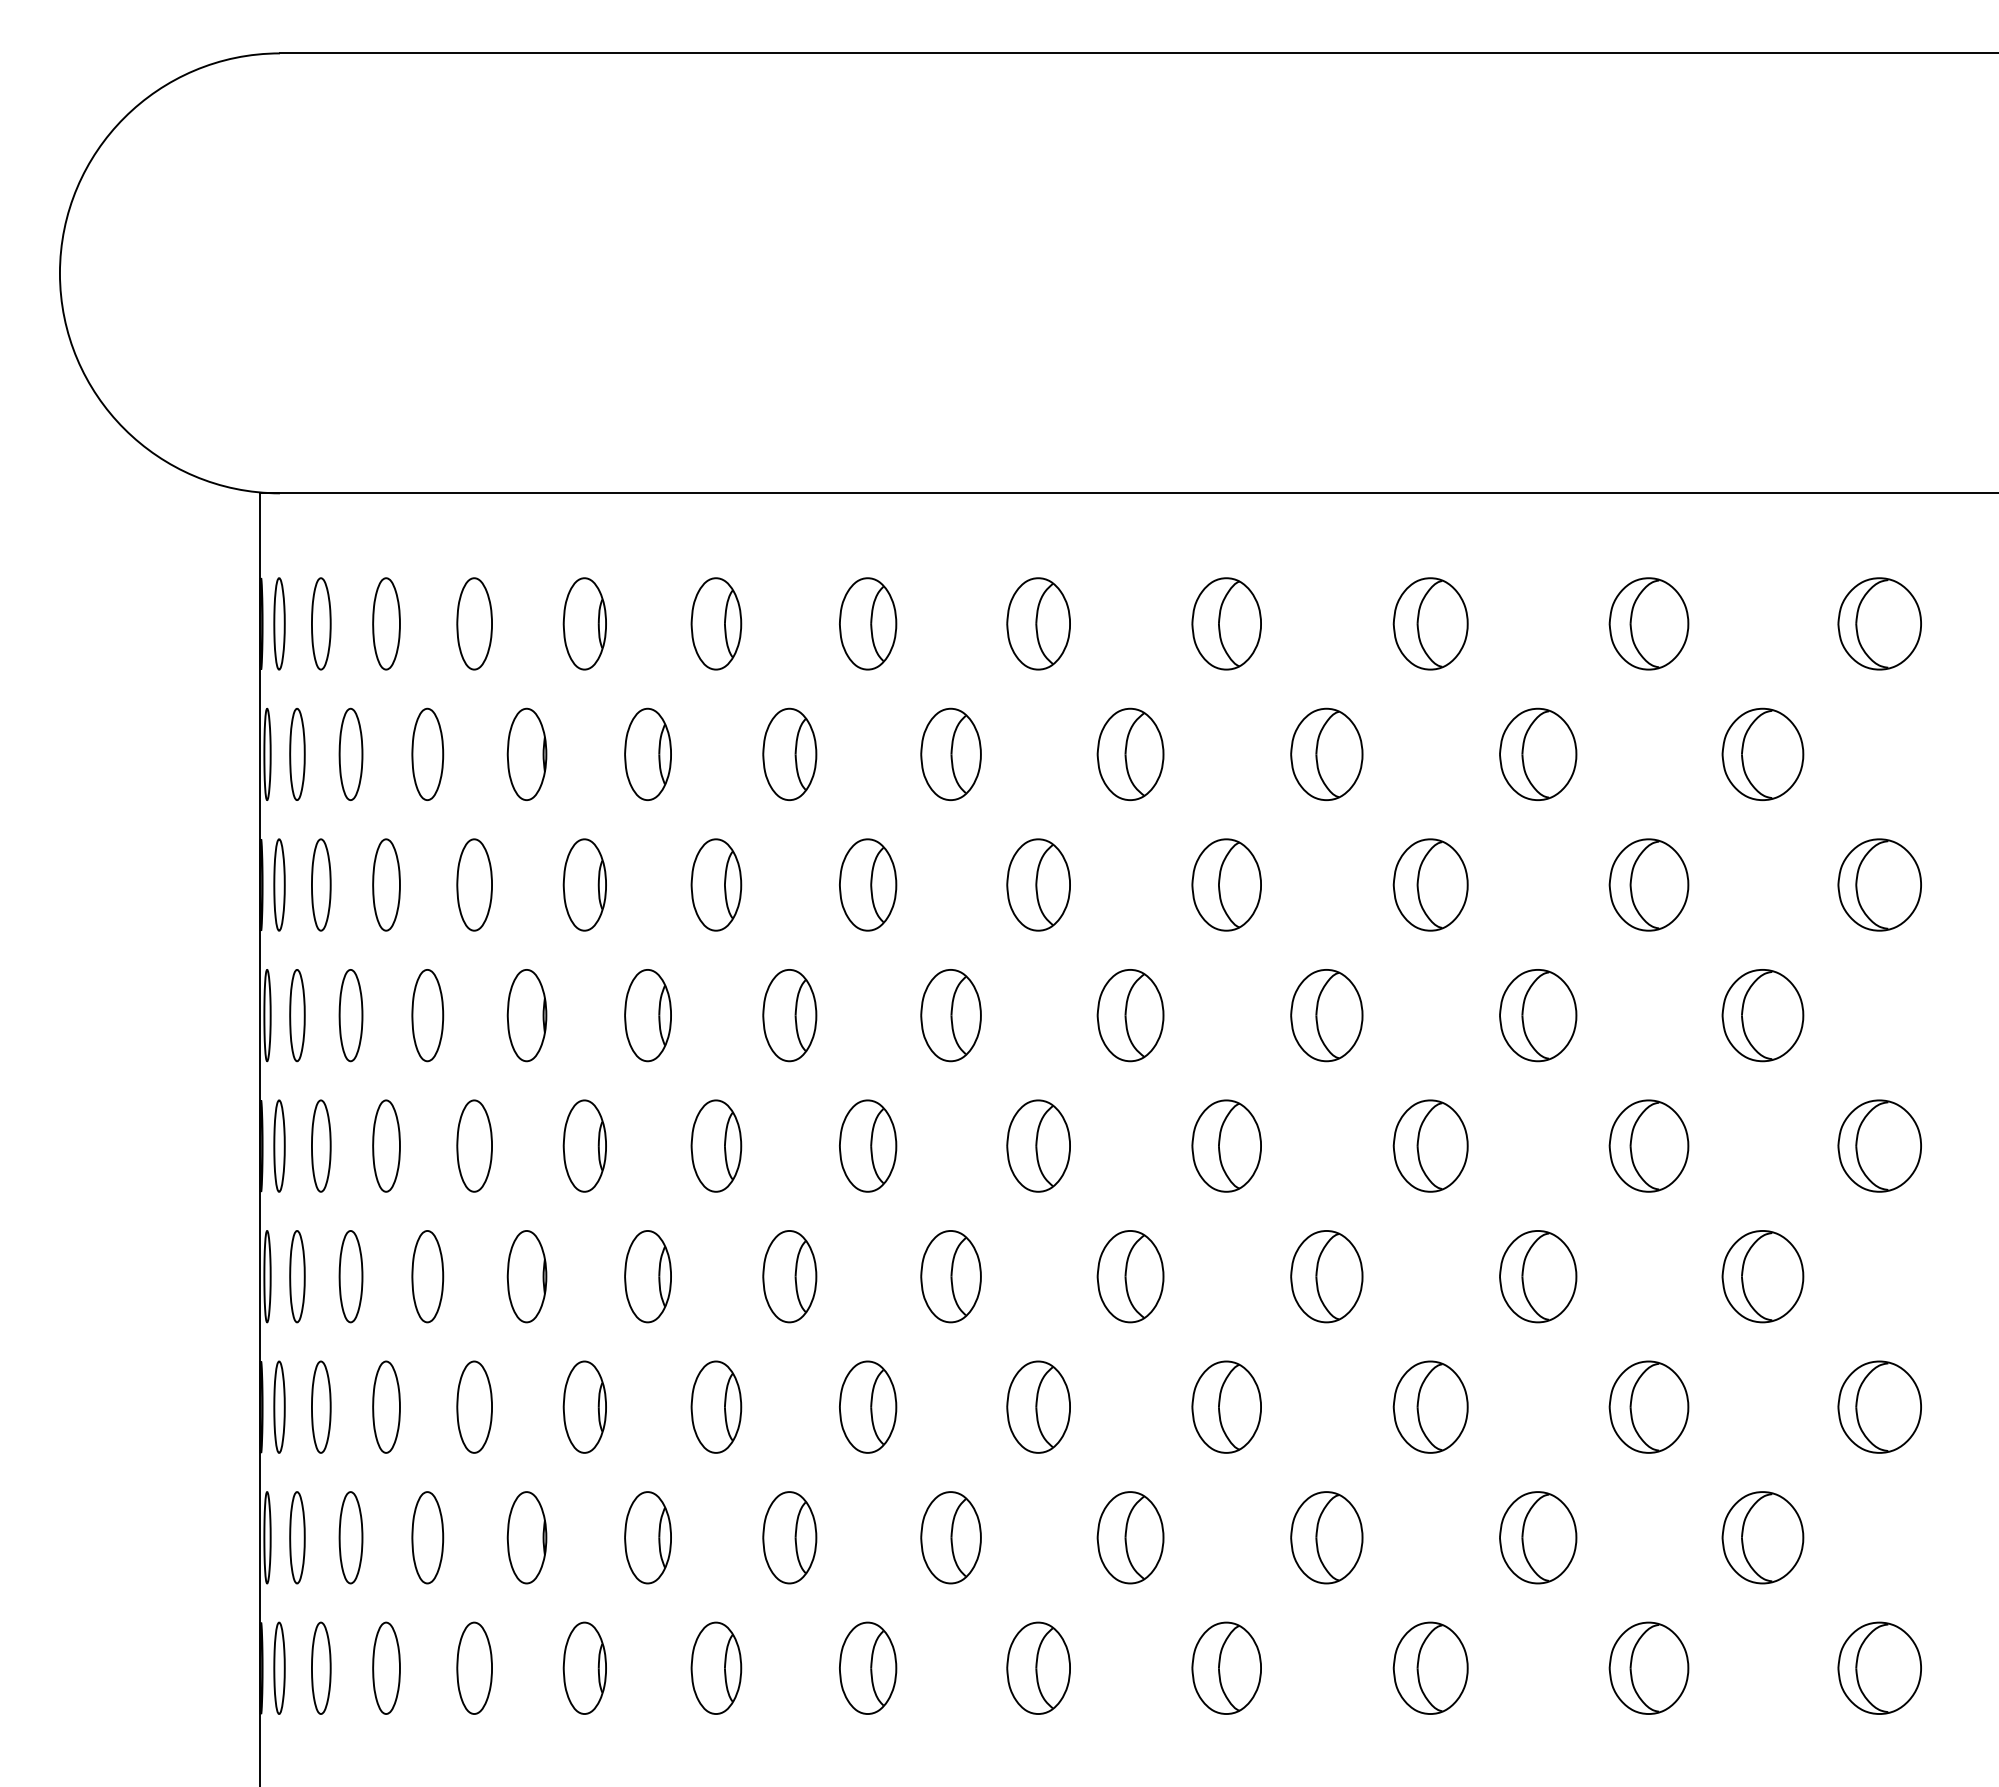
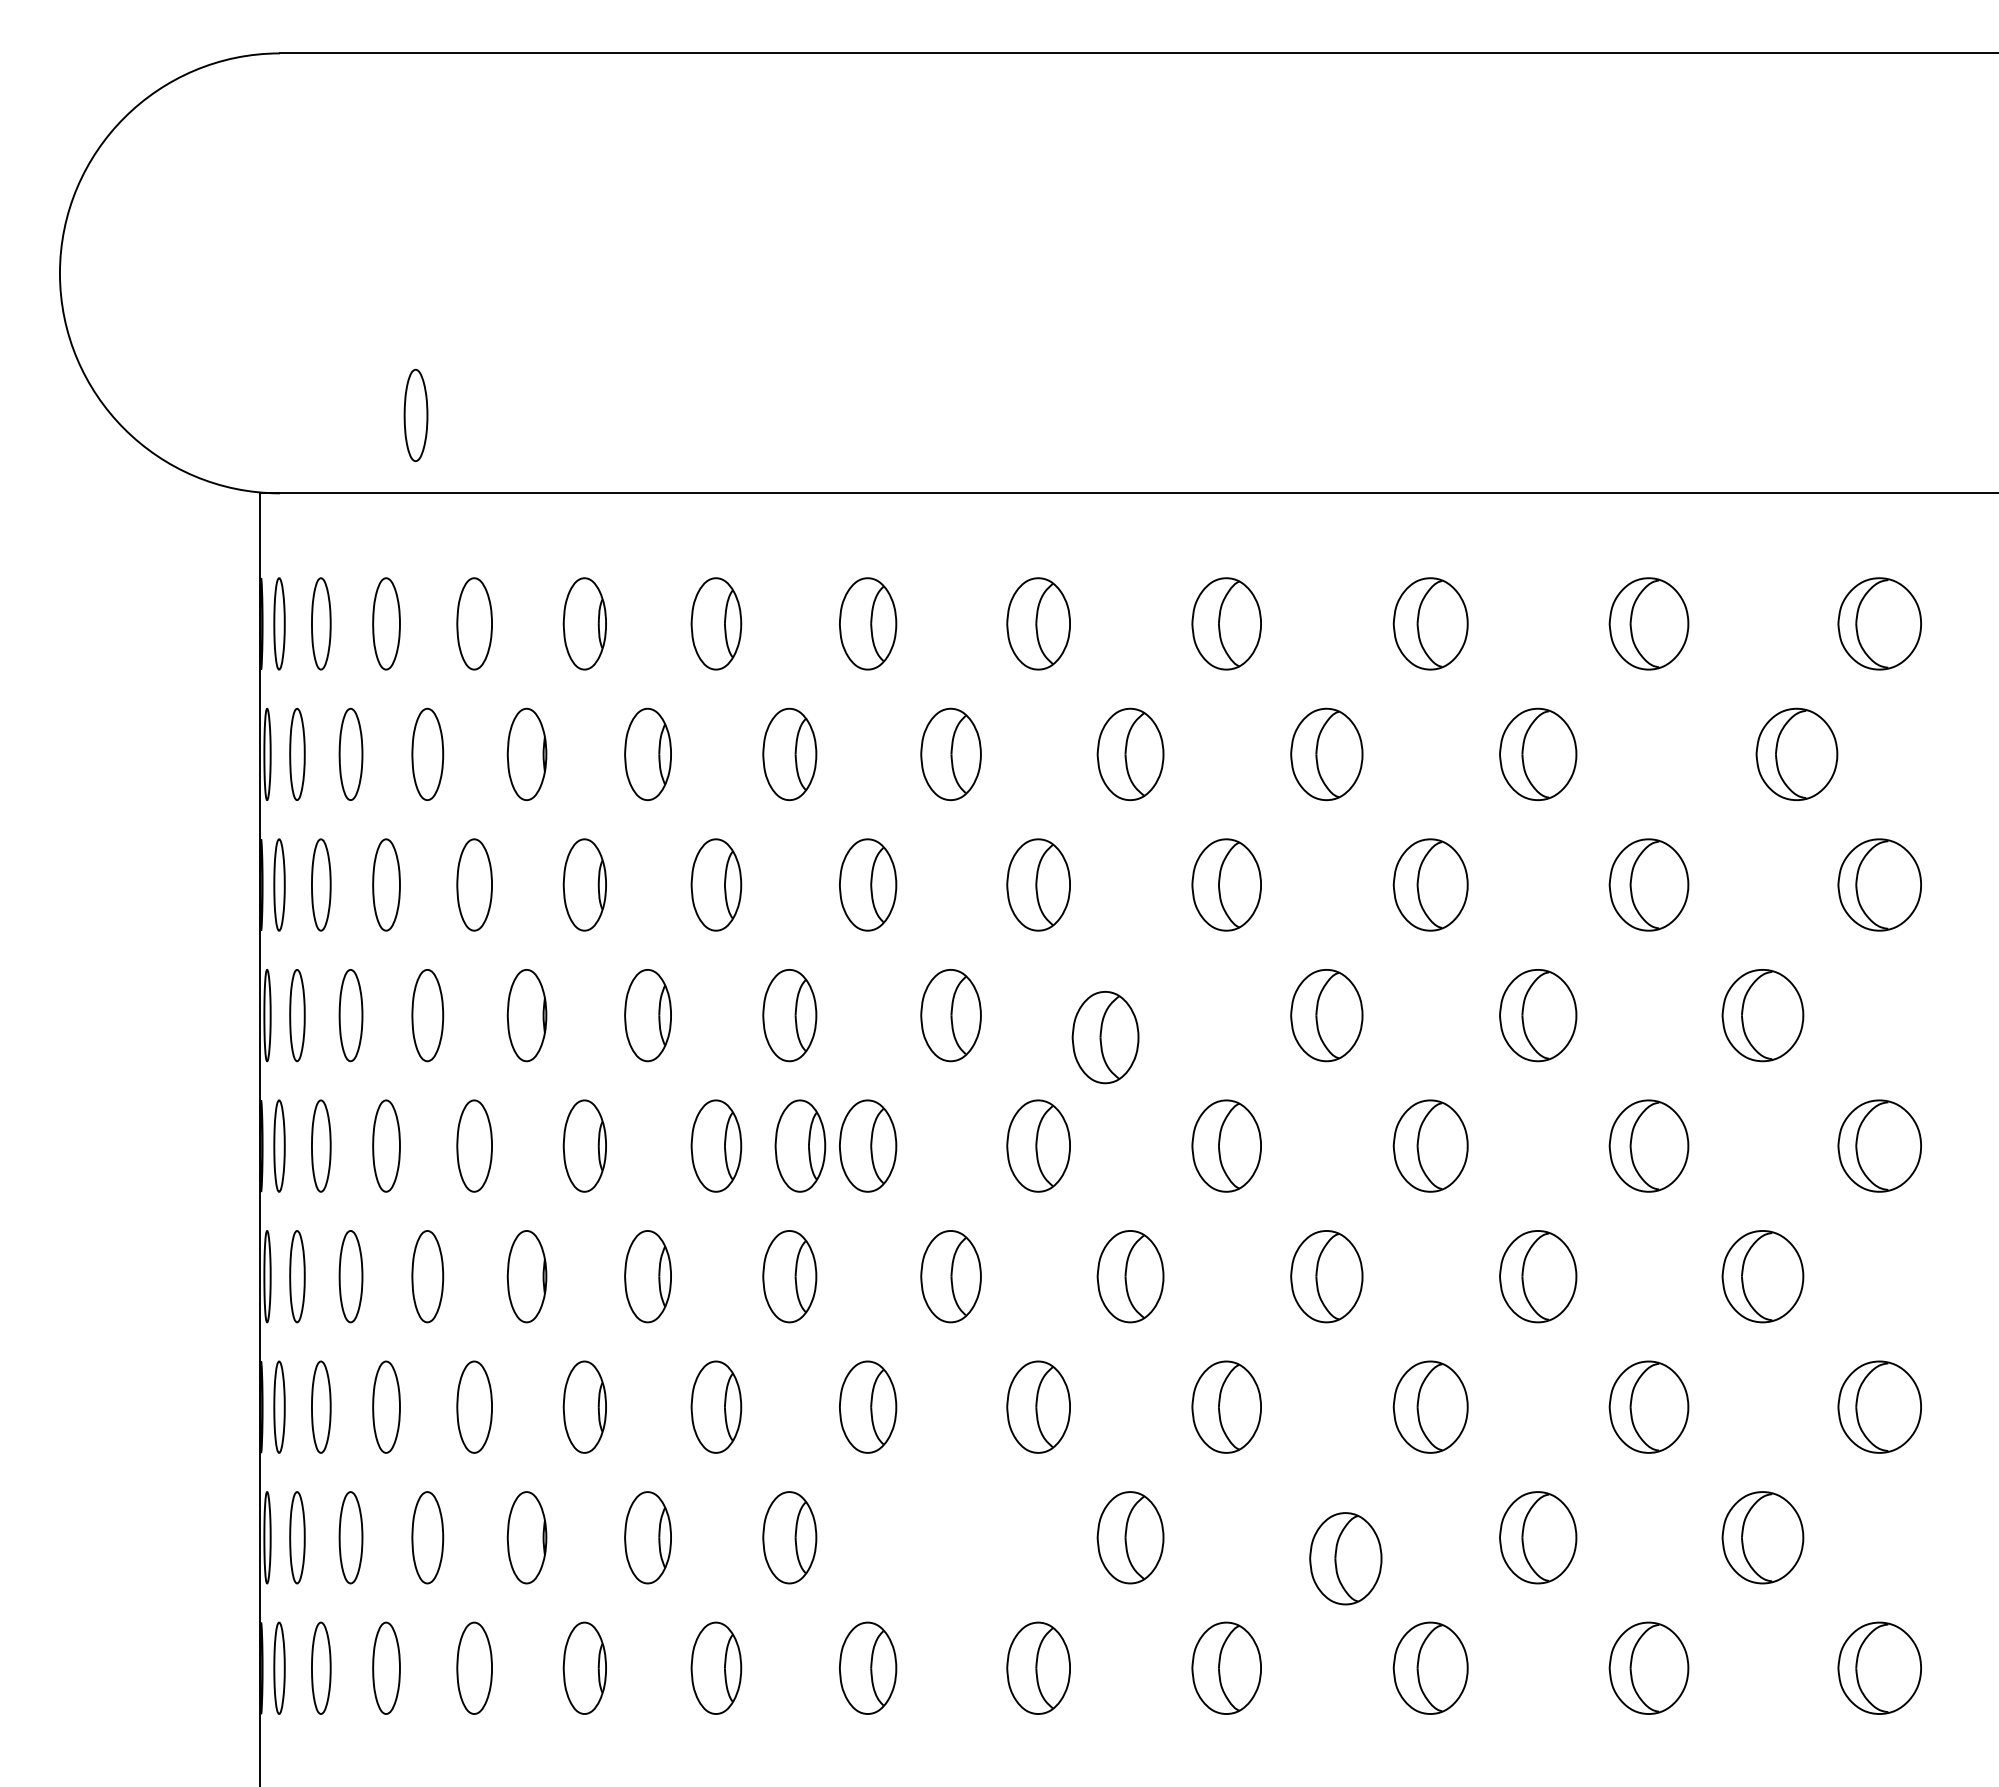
part at (415, 414): none -> present
part at (1762, 753) position: (1762, 753) -> (1796, 753)
part at (1130, 1015) position: (1130, 1015) -> (1105, 1037)
part at (800, 1145): none -> present
part at (950, 1537): present -> none
part at (1326, 1537) position: (1326, 1537) -> (1345, 1558)
